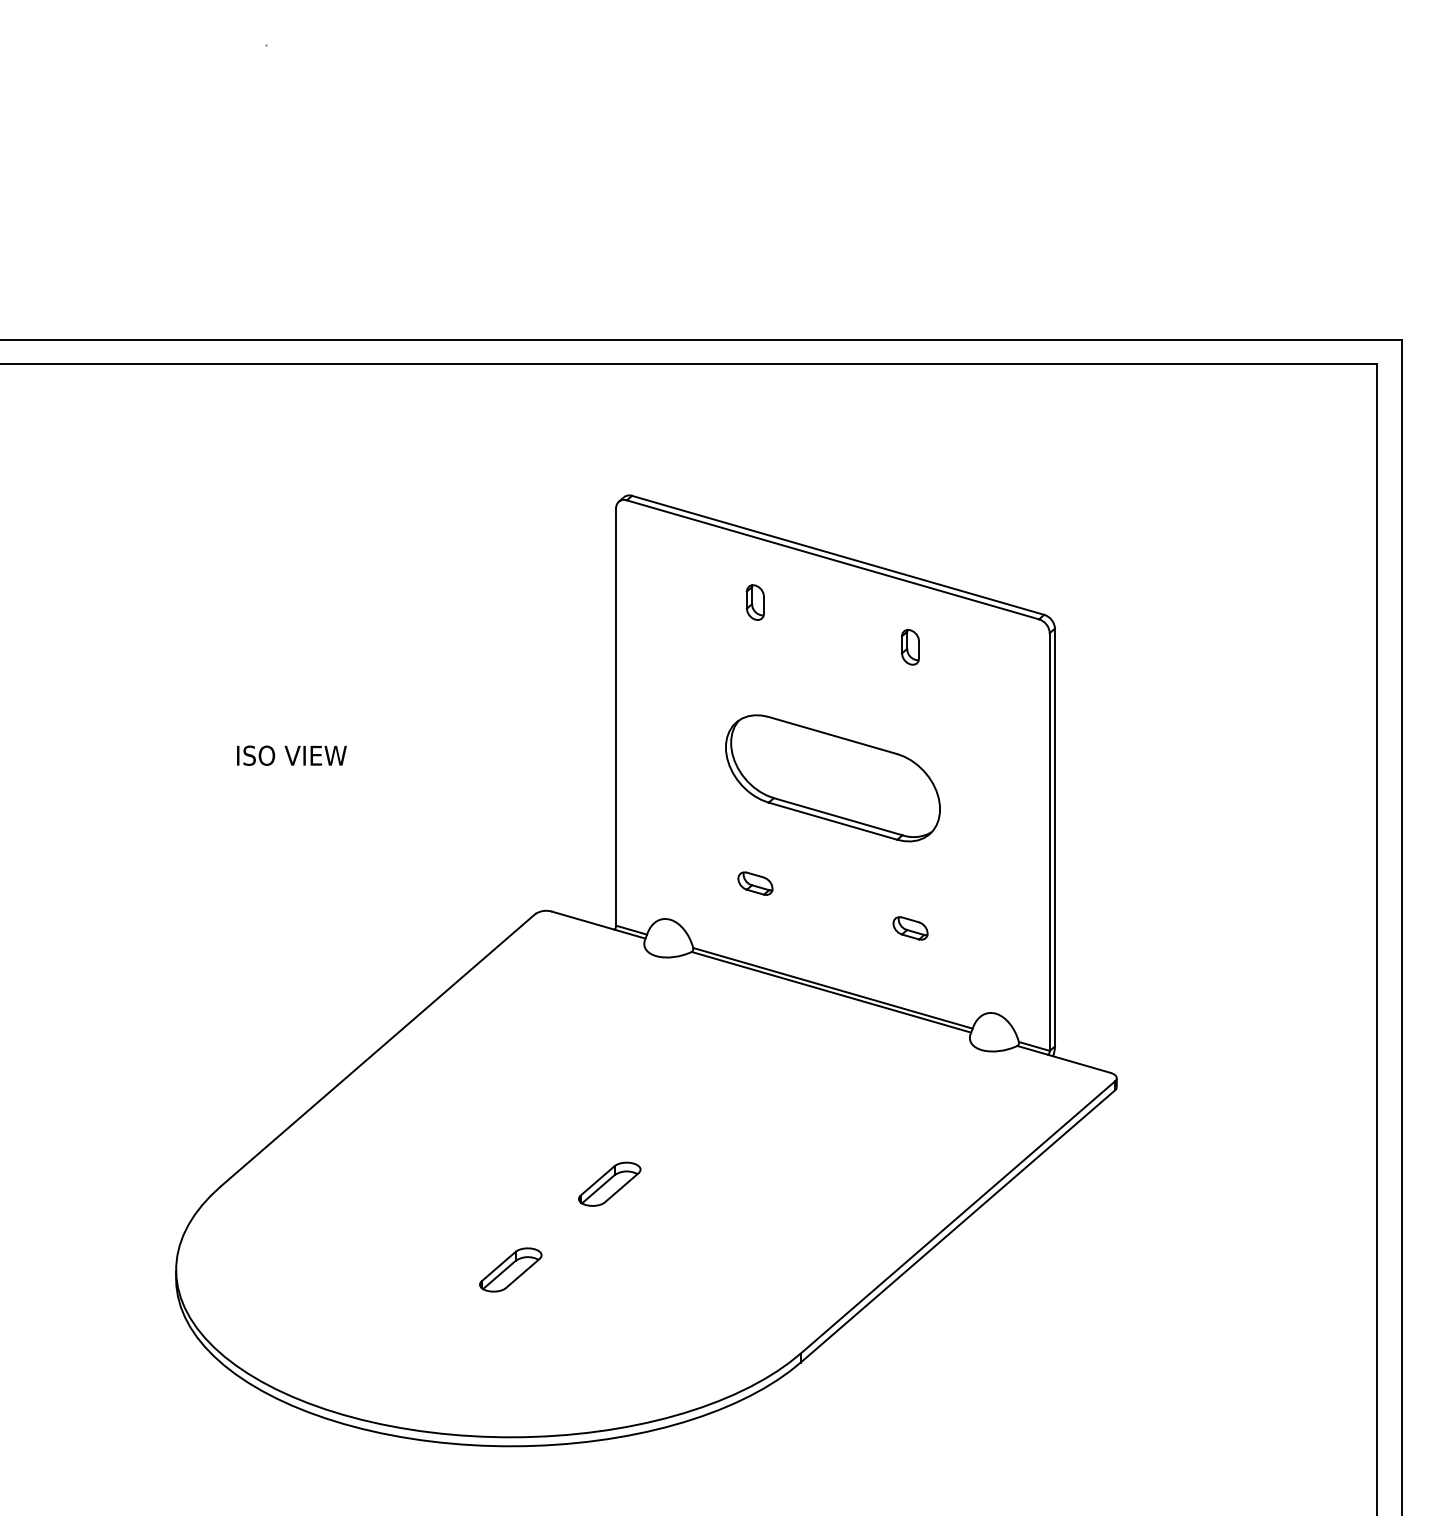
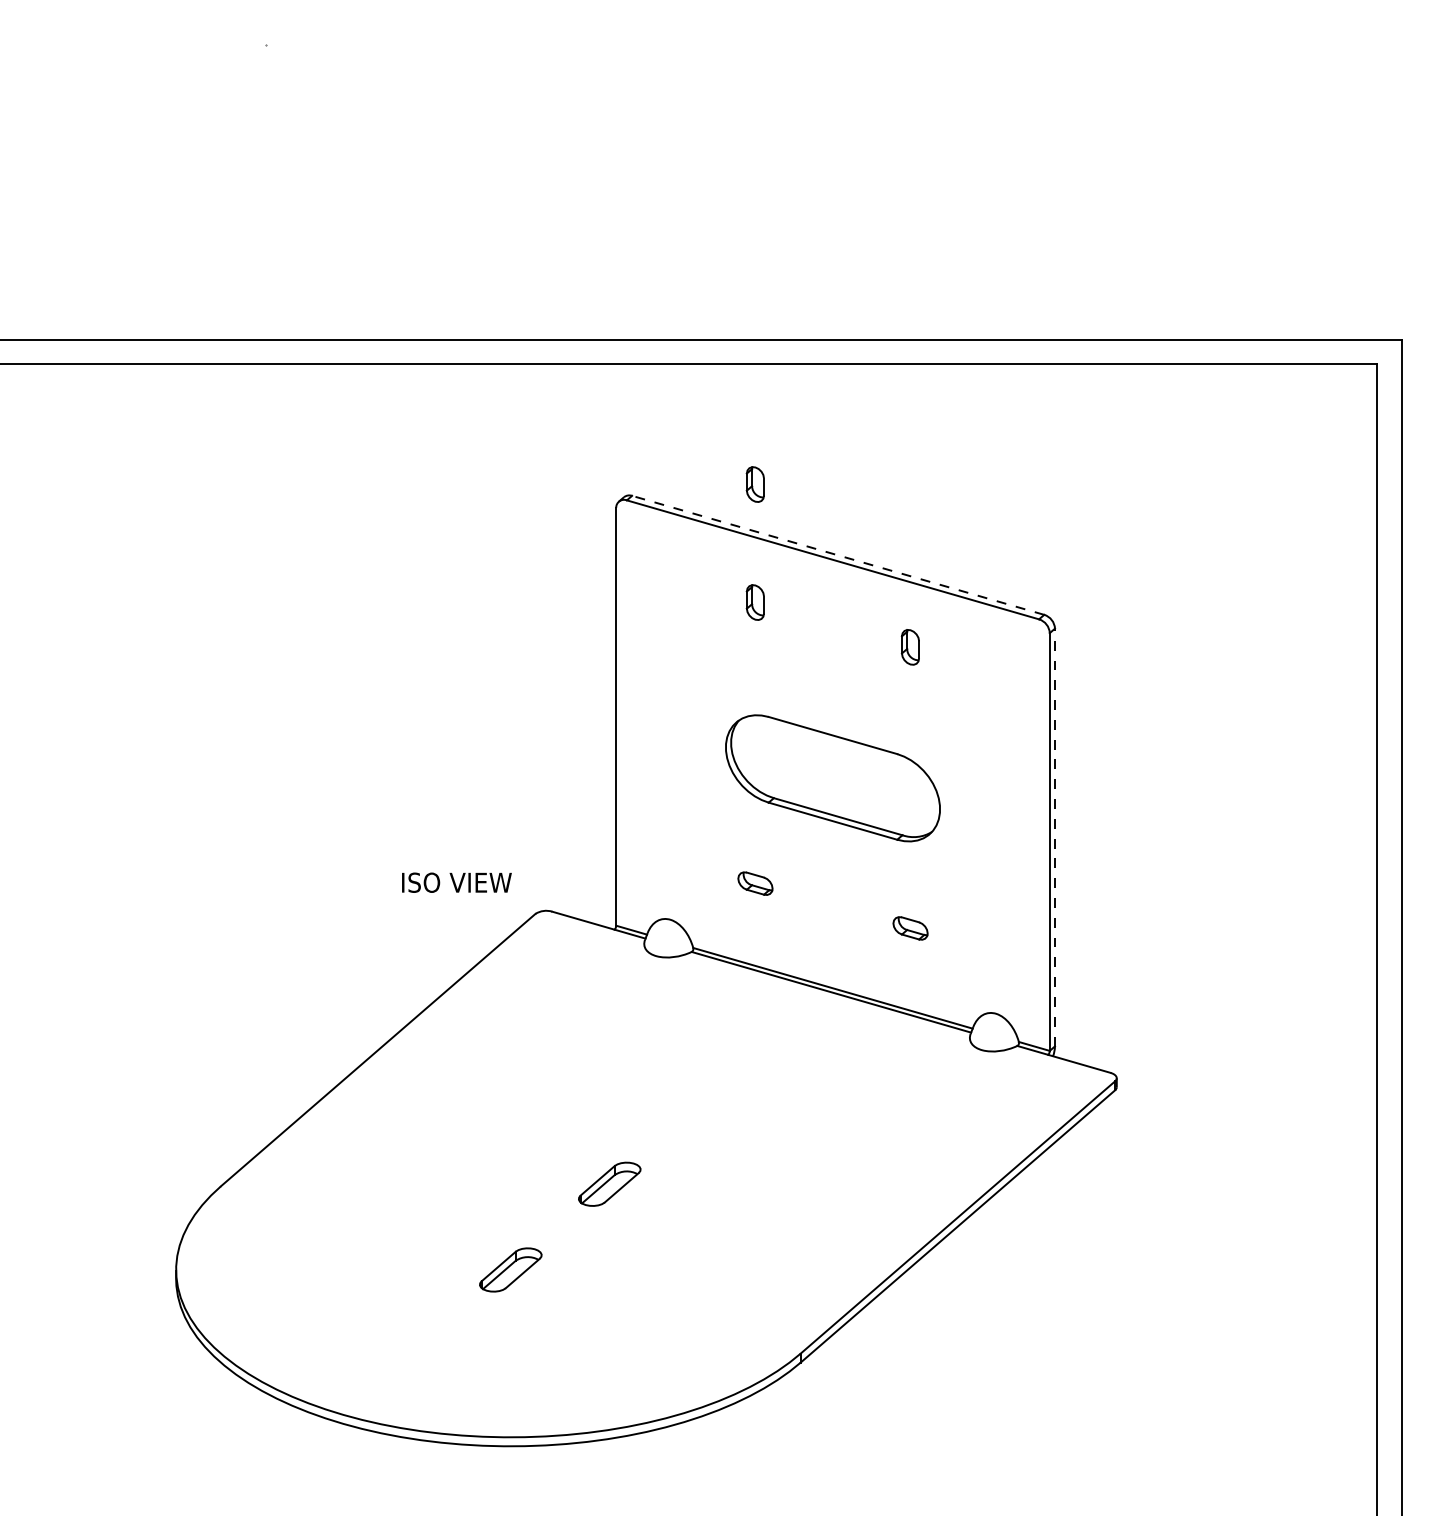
part at (754, 484): none -> present
line at (838, 555): solid -> dashed
text at (291, 755) position: (291, 755) -> (456, 882)
line at (1054, 837): solid -> dashed
